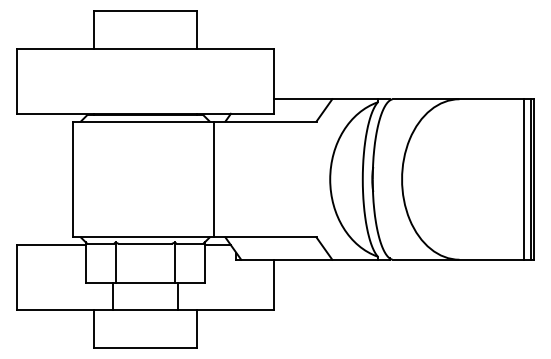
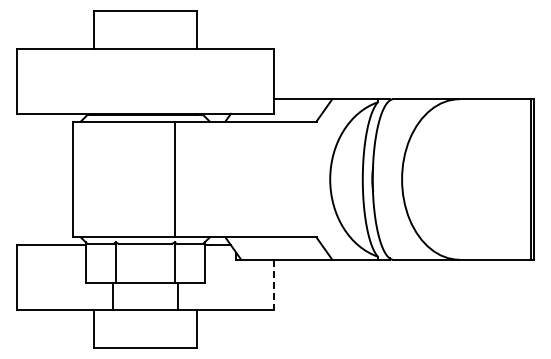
line at (213, 179) position: (213, 179) -> (174, 179)
line at (523, 179): present -> none
line at (274, 284): solid -> dashed
